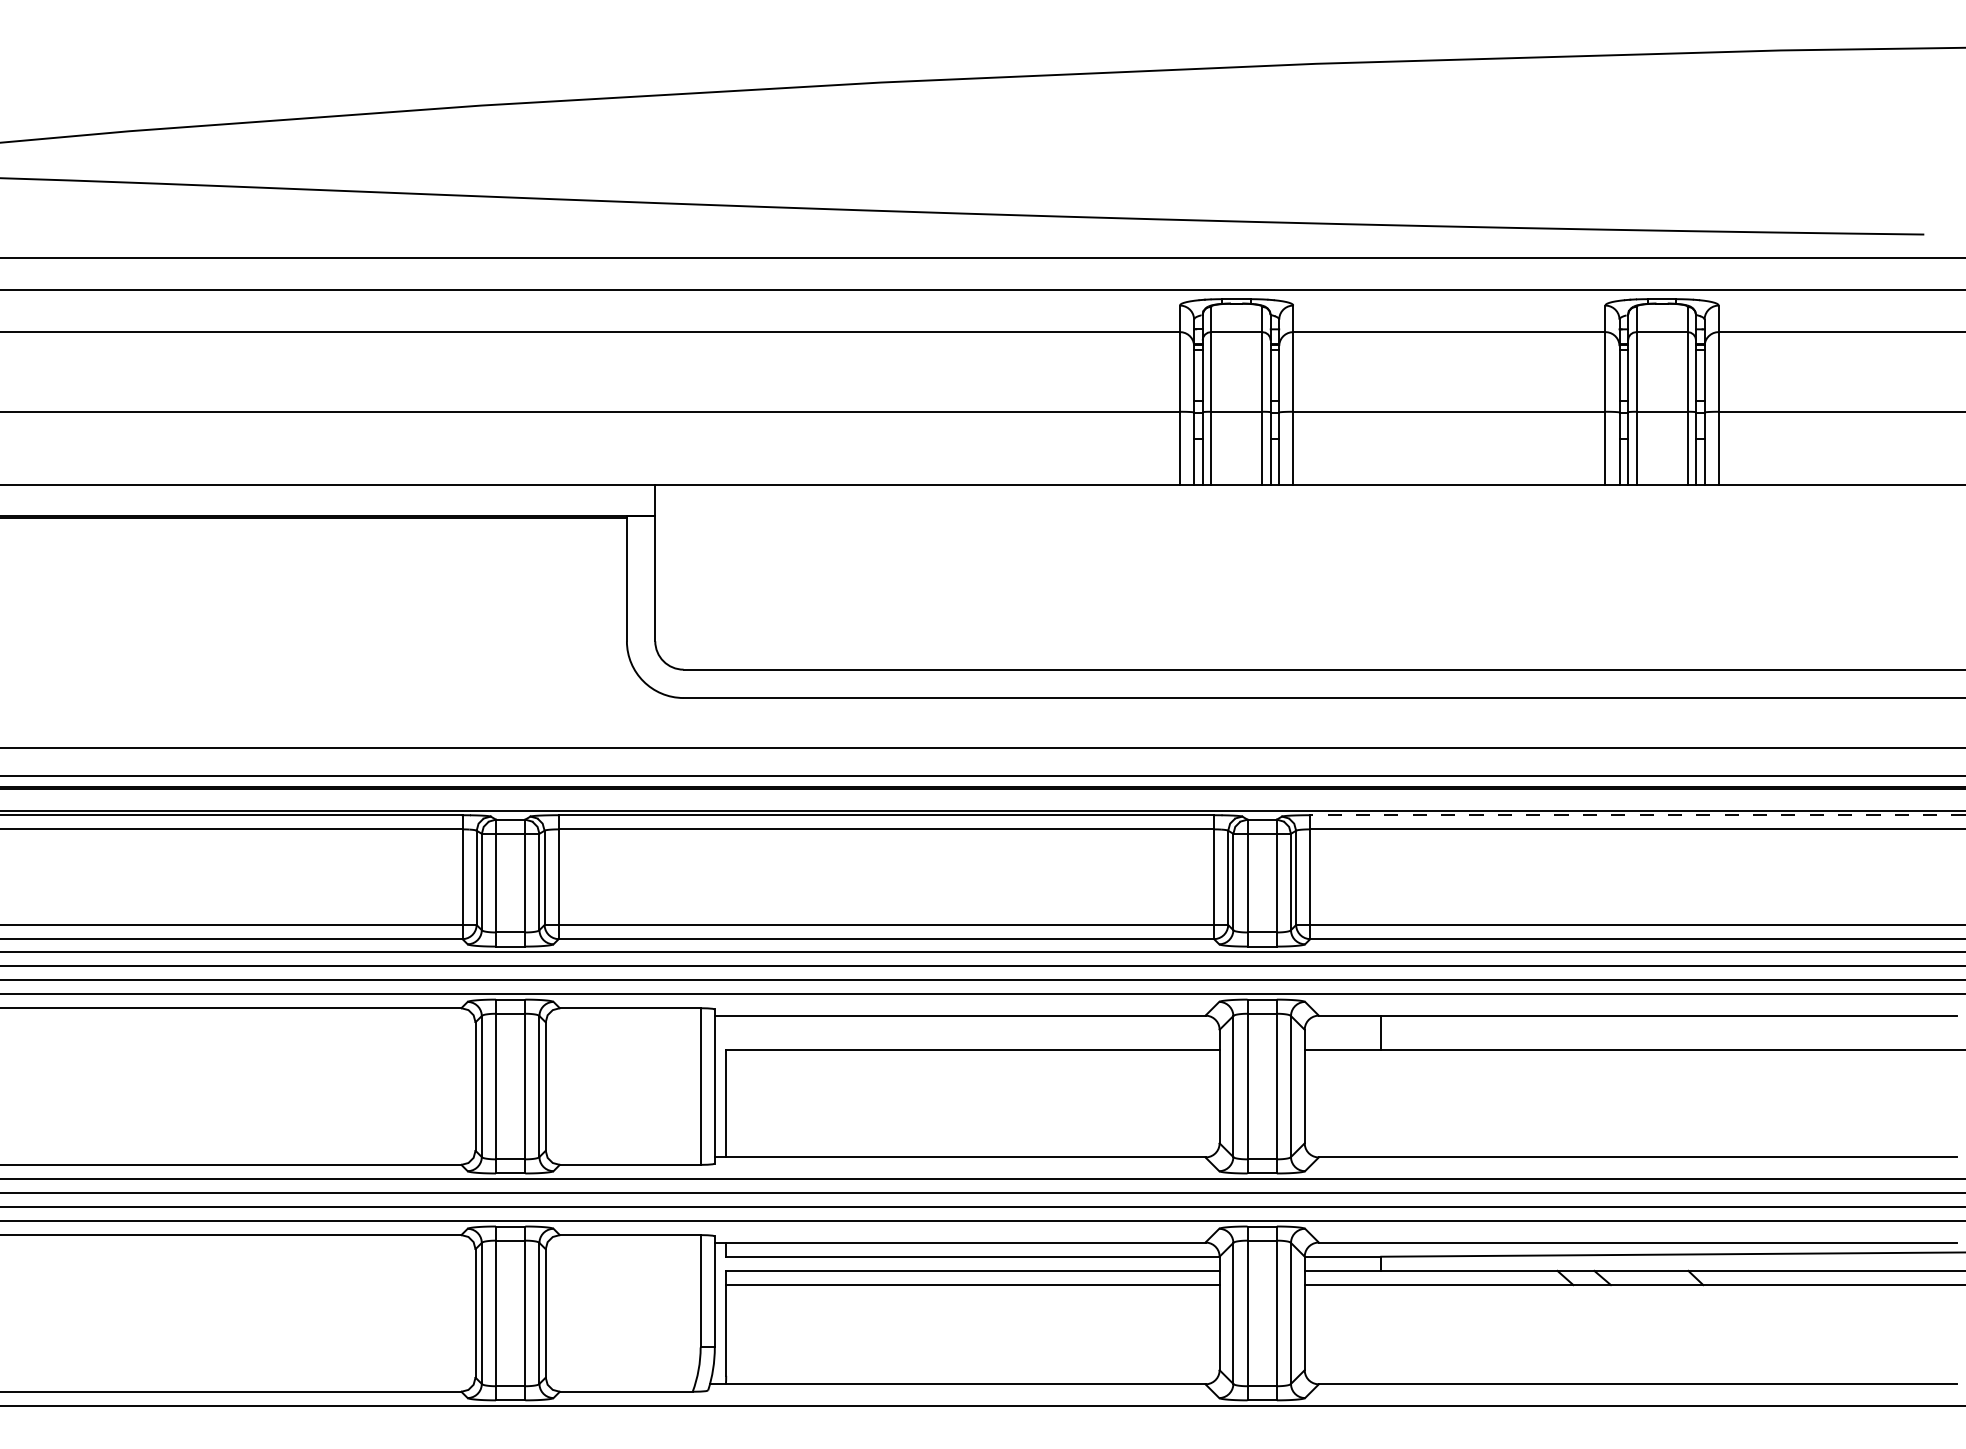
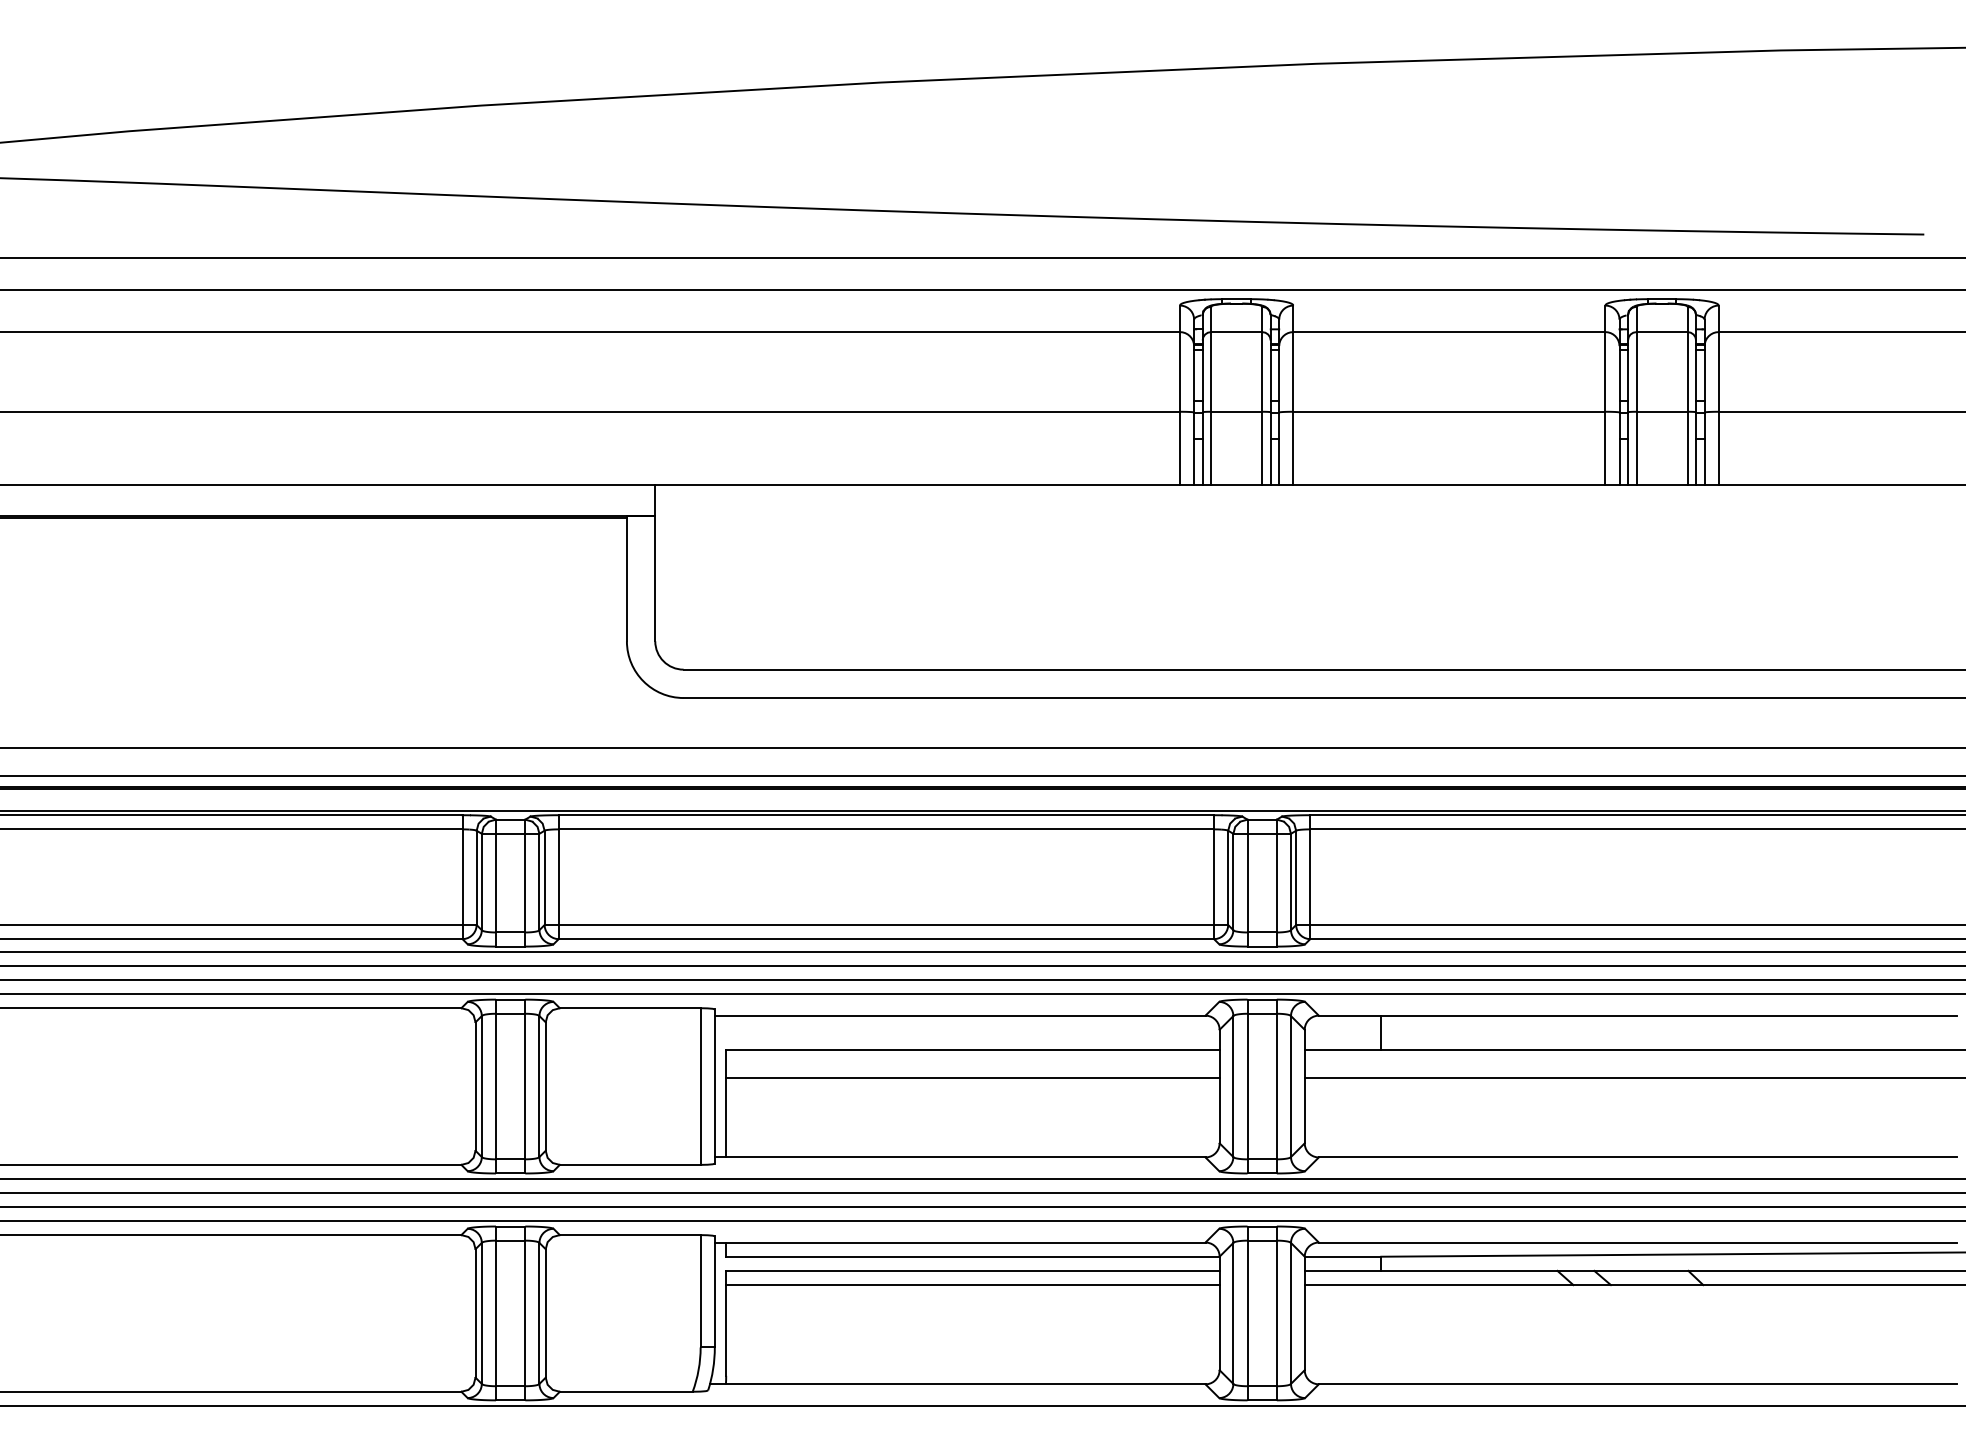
line at (1637, 815): dashed -> solid
line at (972, 1078): none -> present
line at (1633, 1078): none -> present
